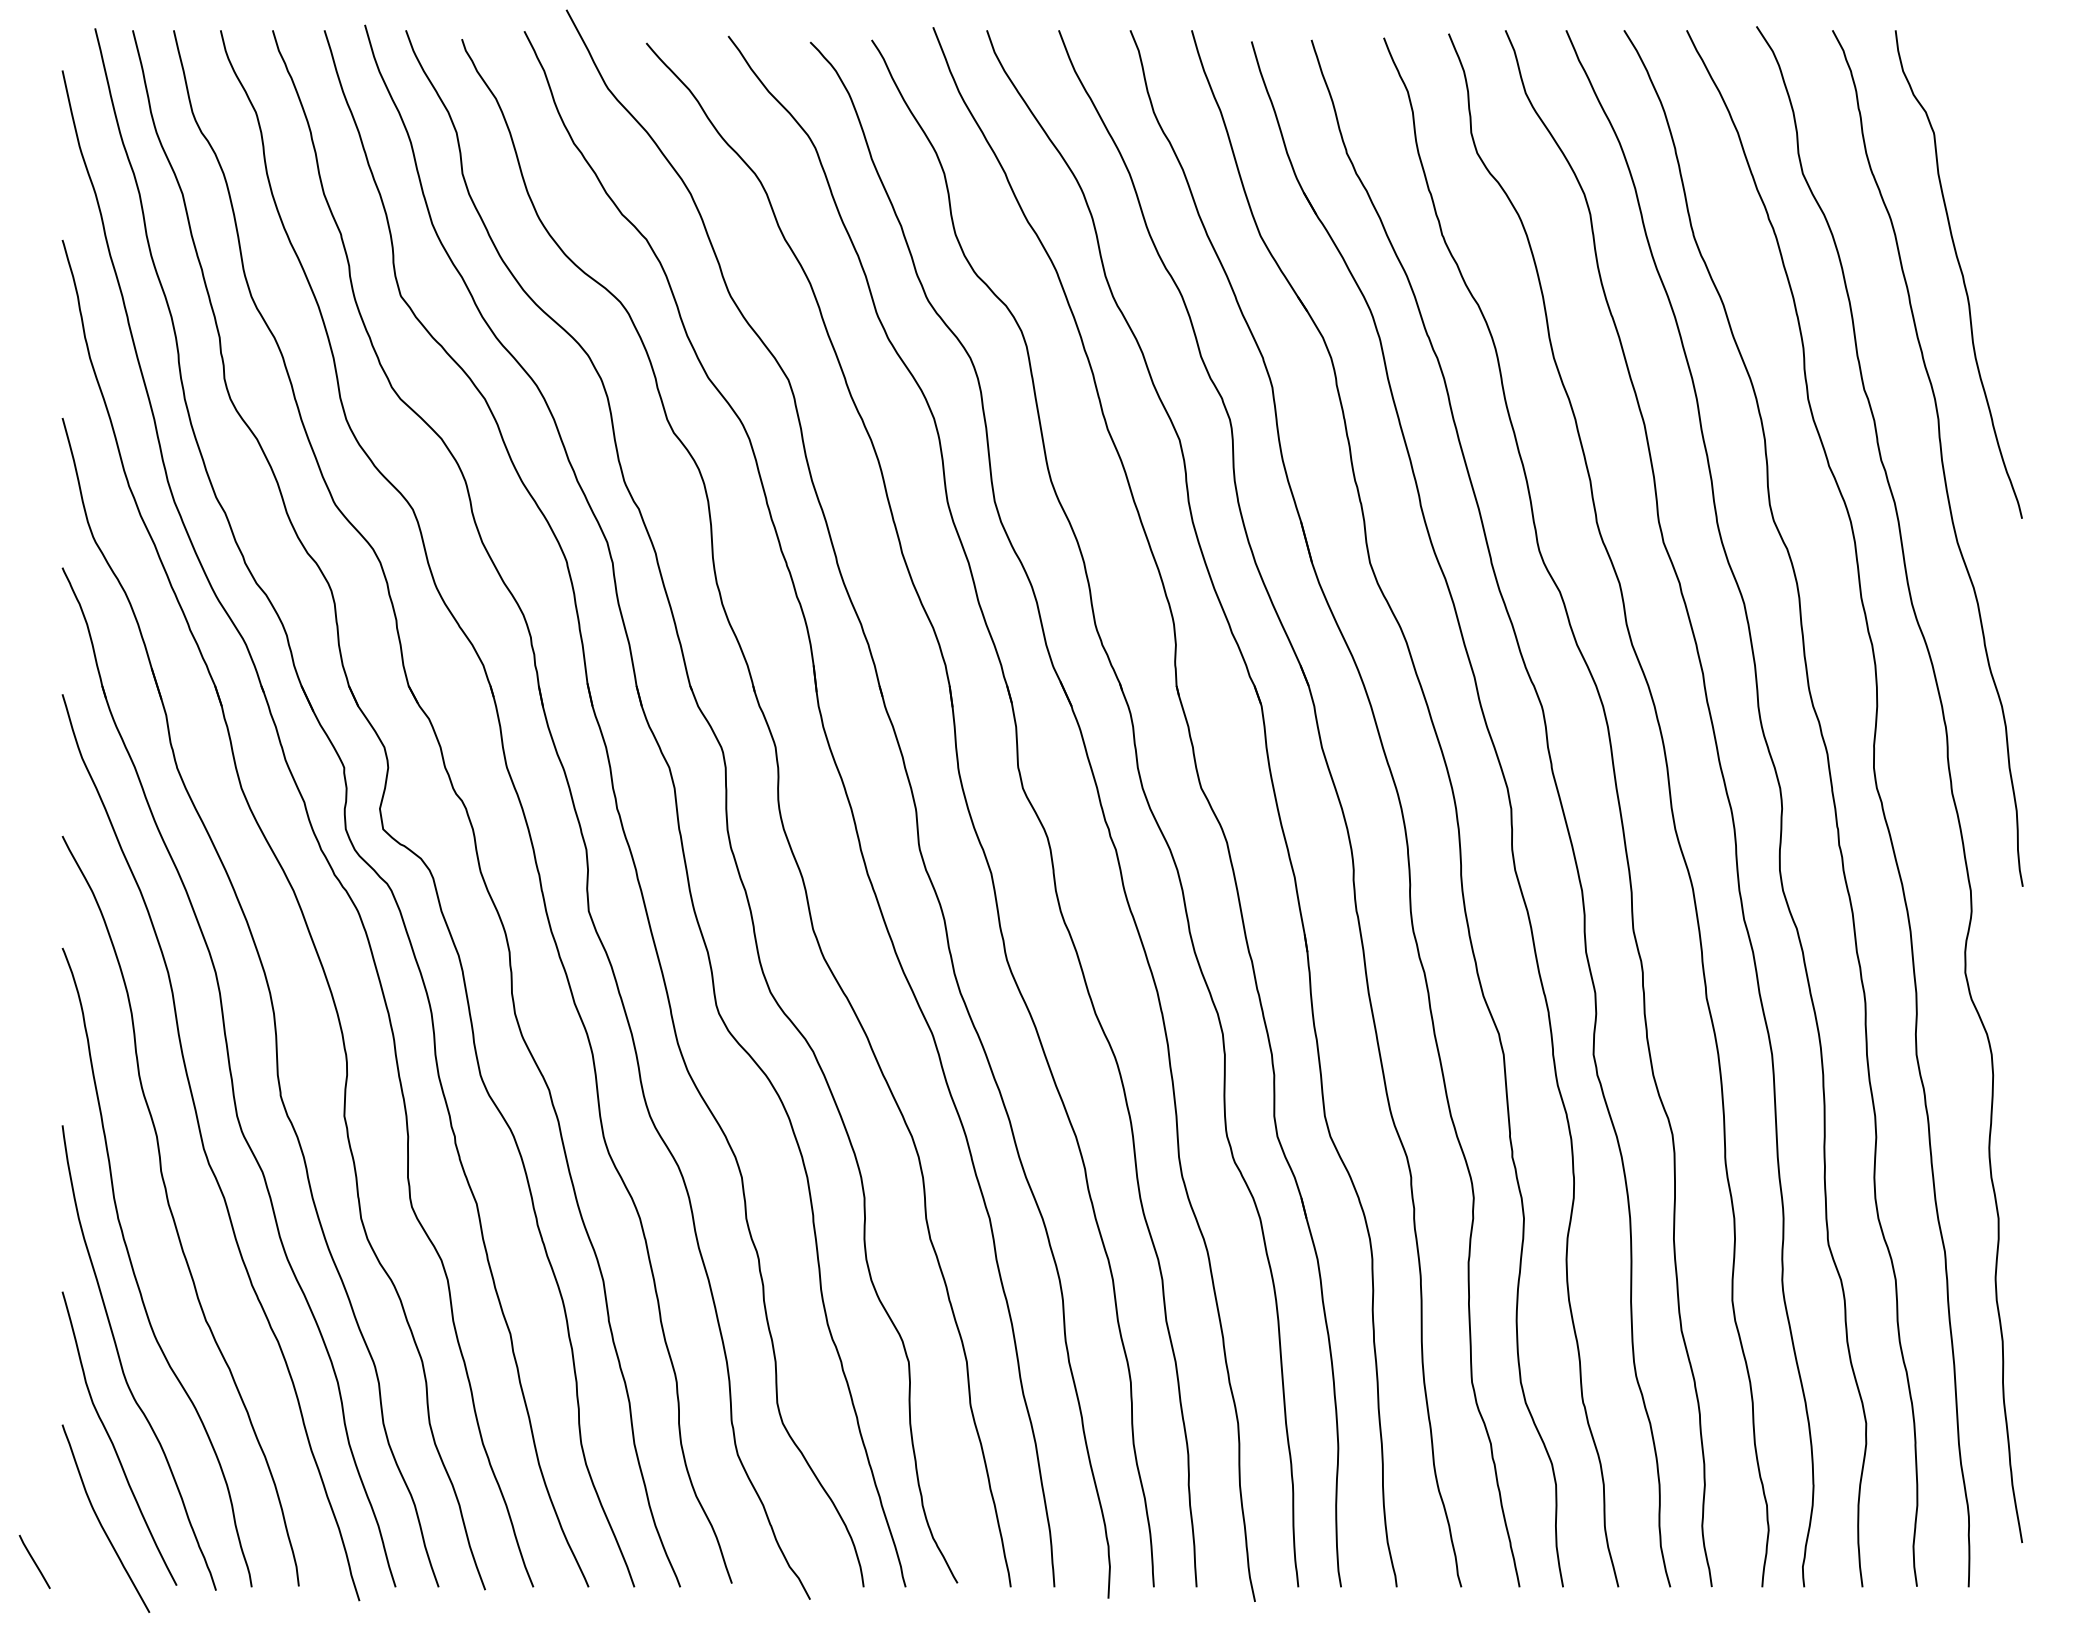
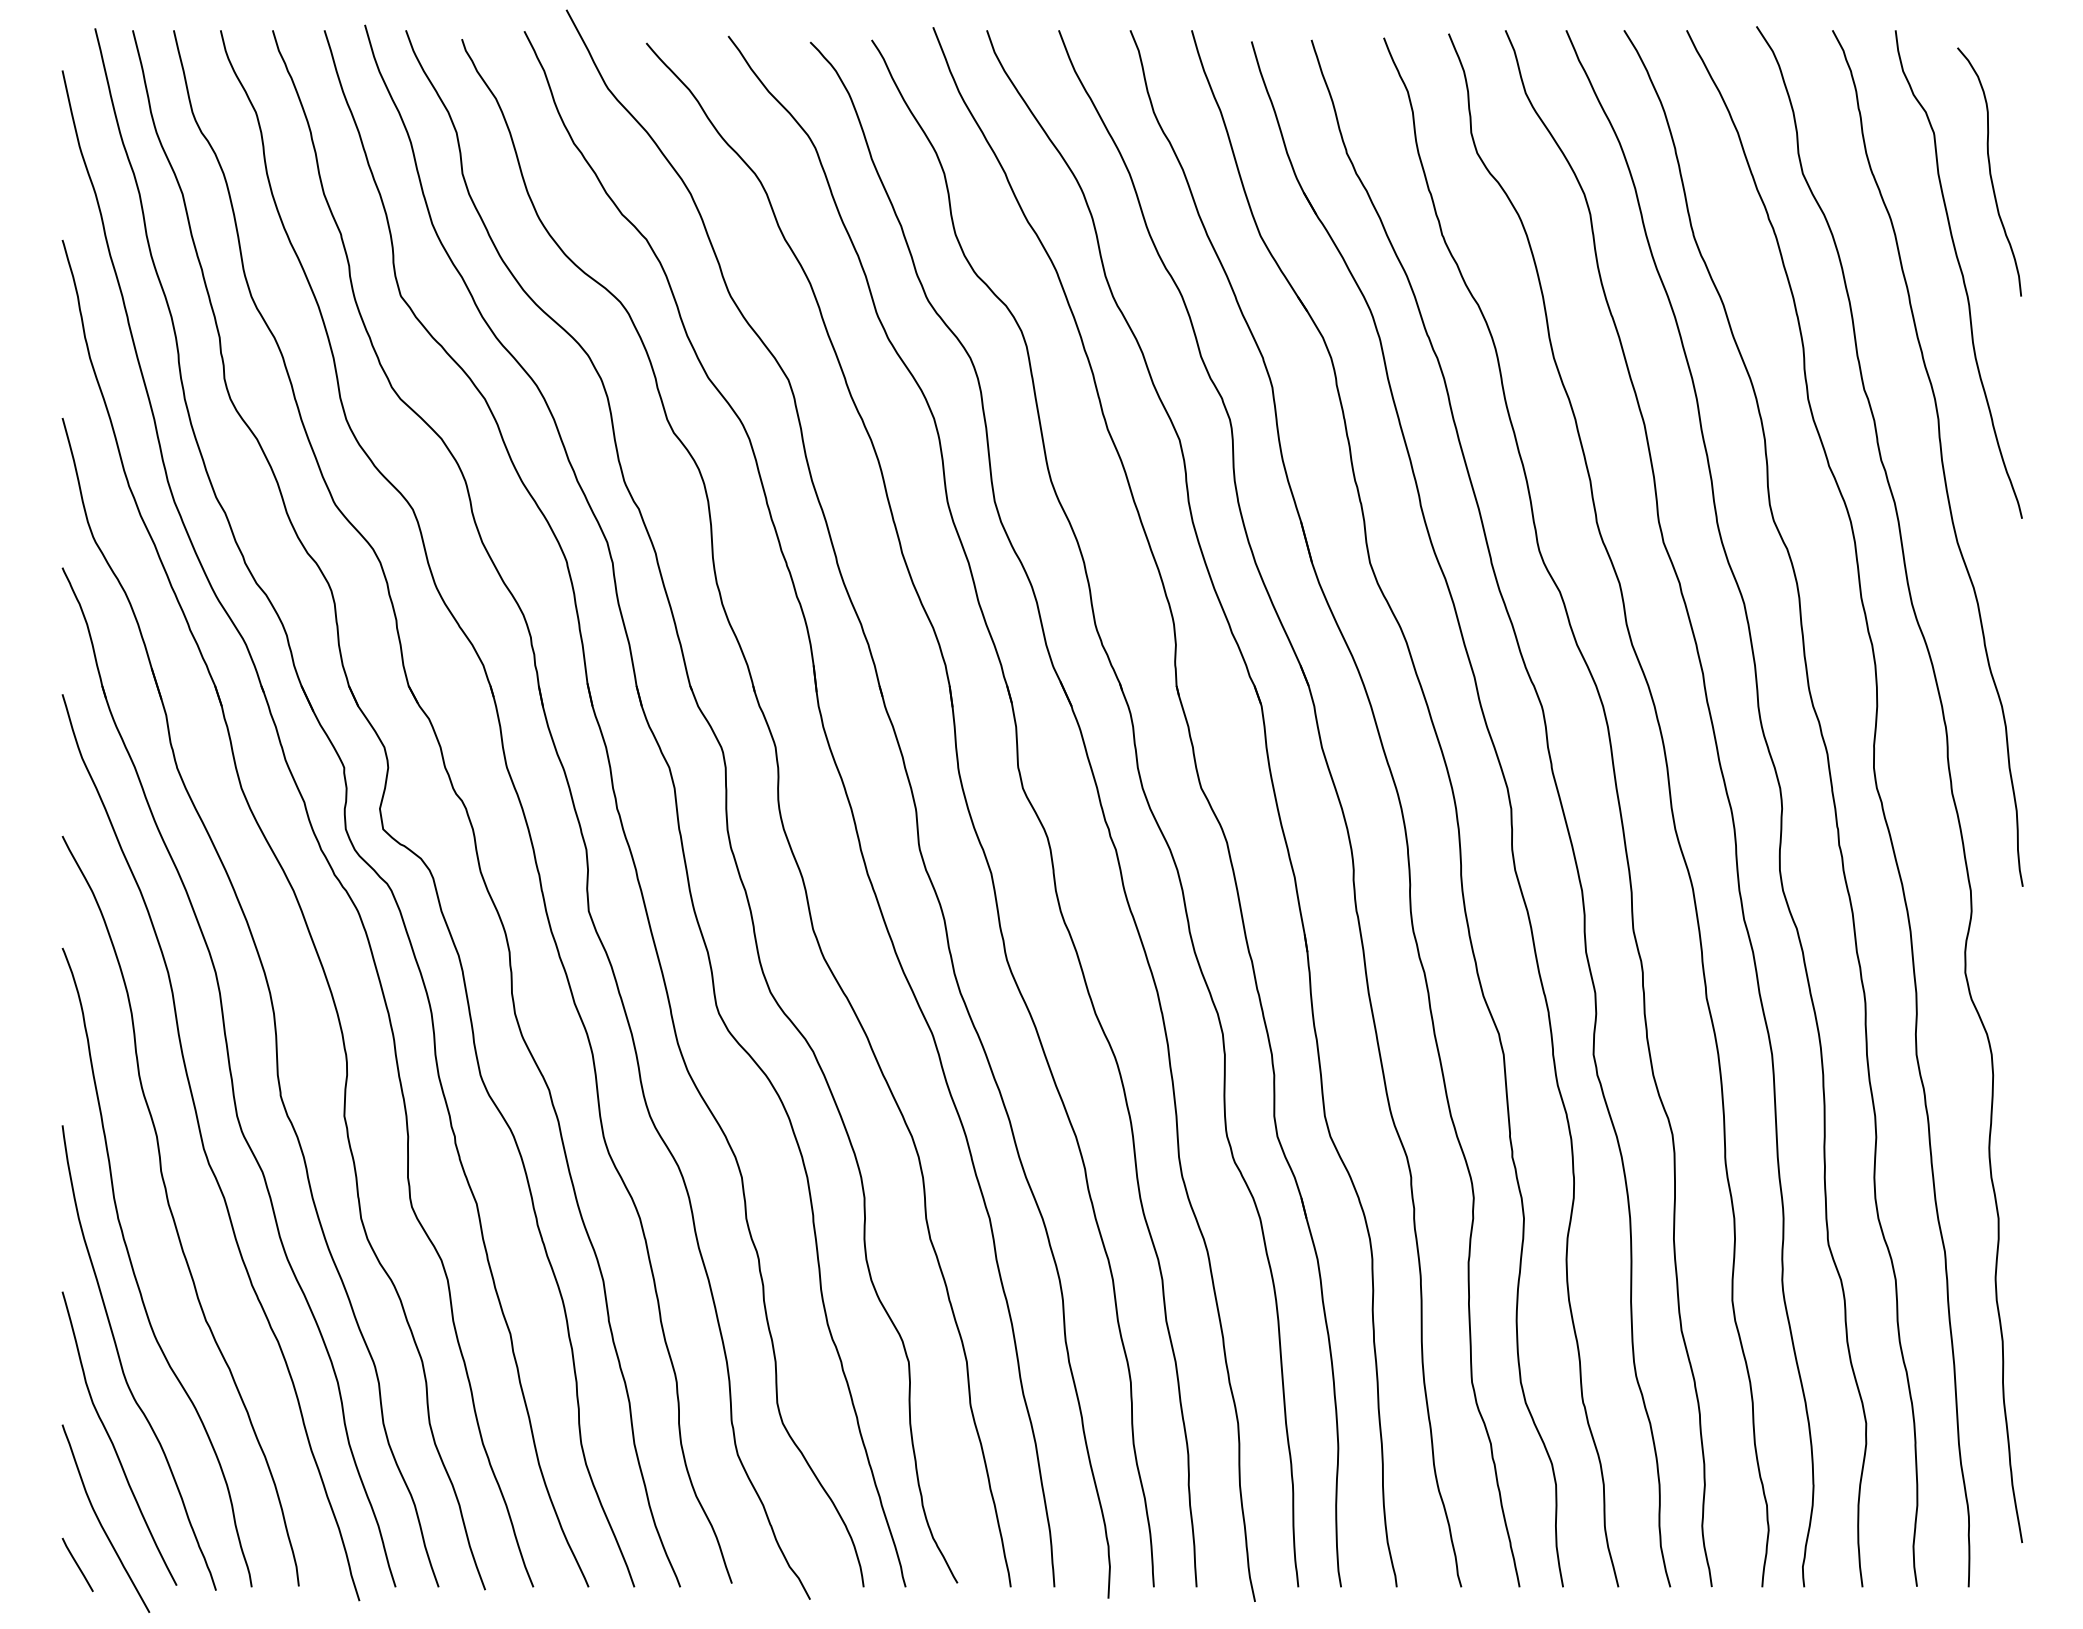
curve at (1989, 171): none -> present
line at (34, 1561) position: (34, 1561) -> (77, 1564)
